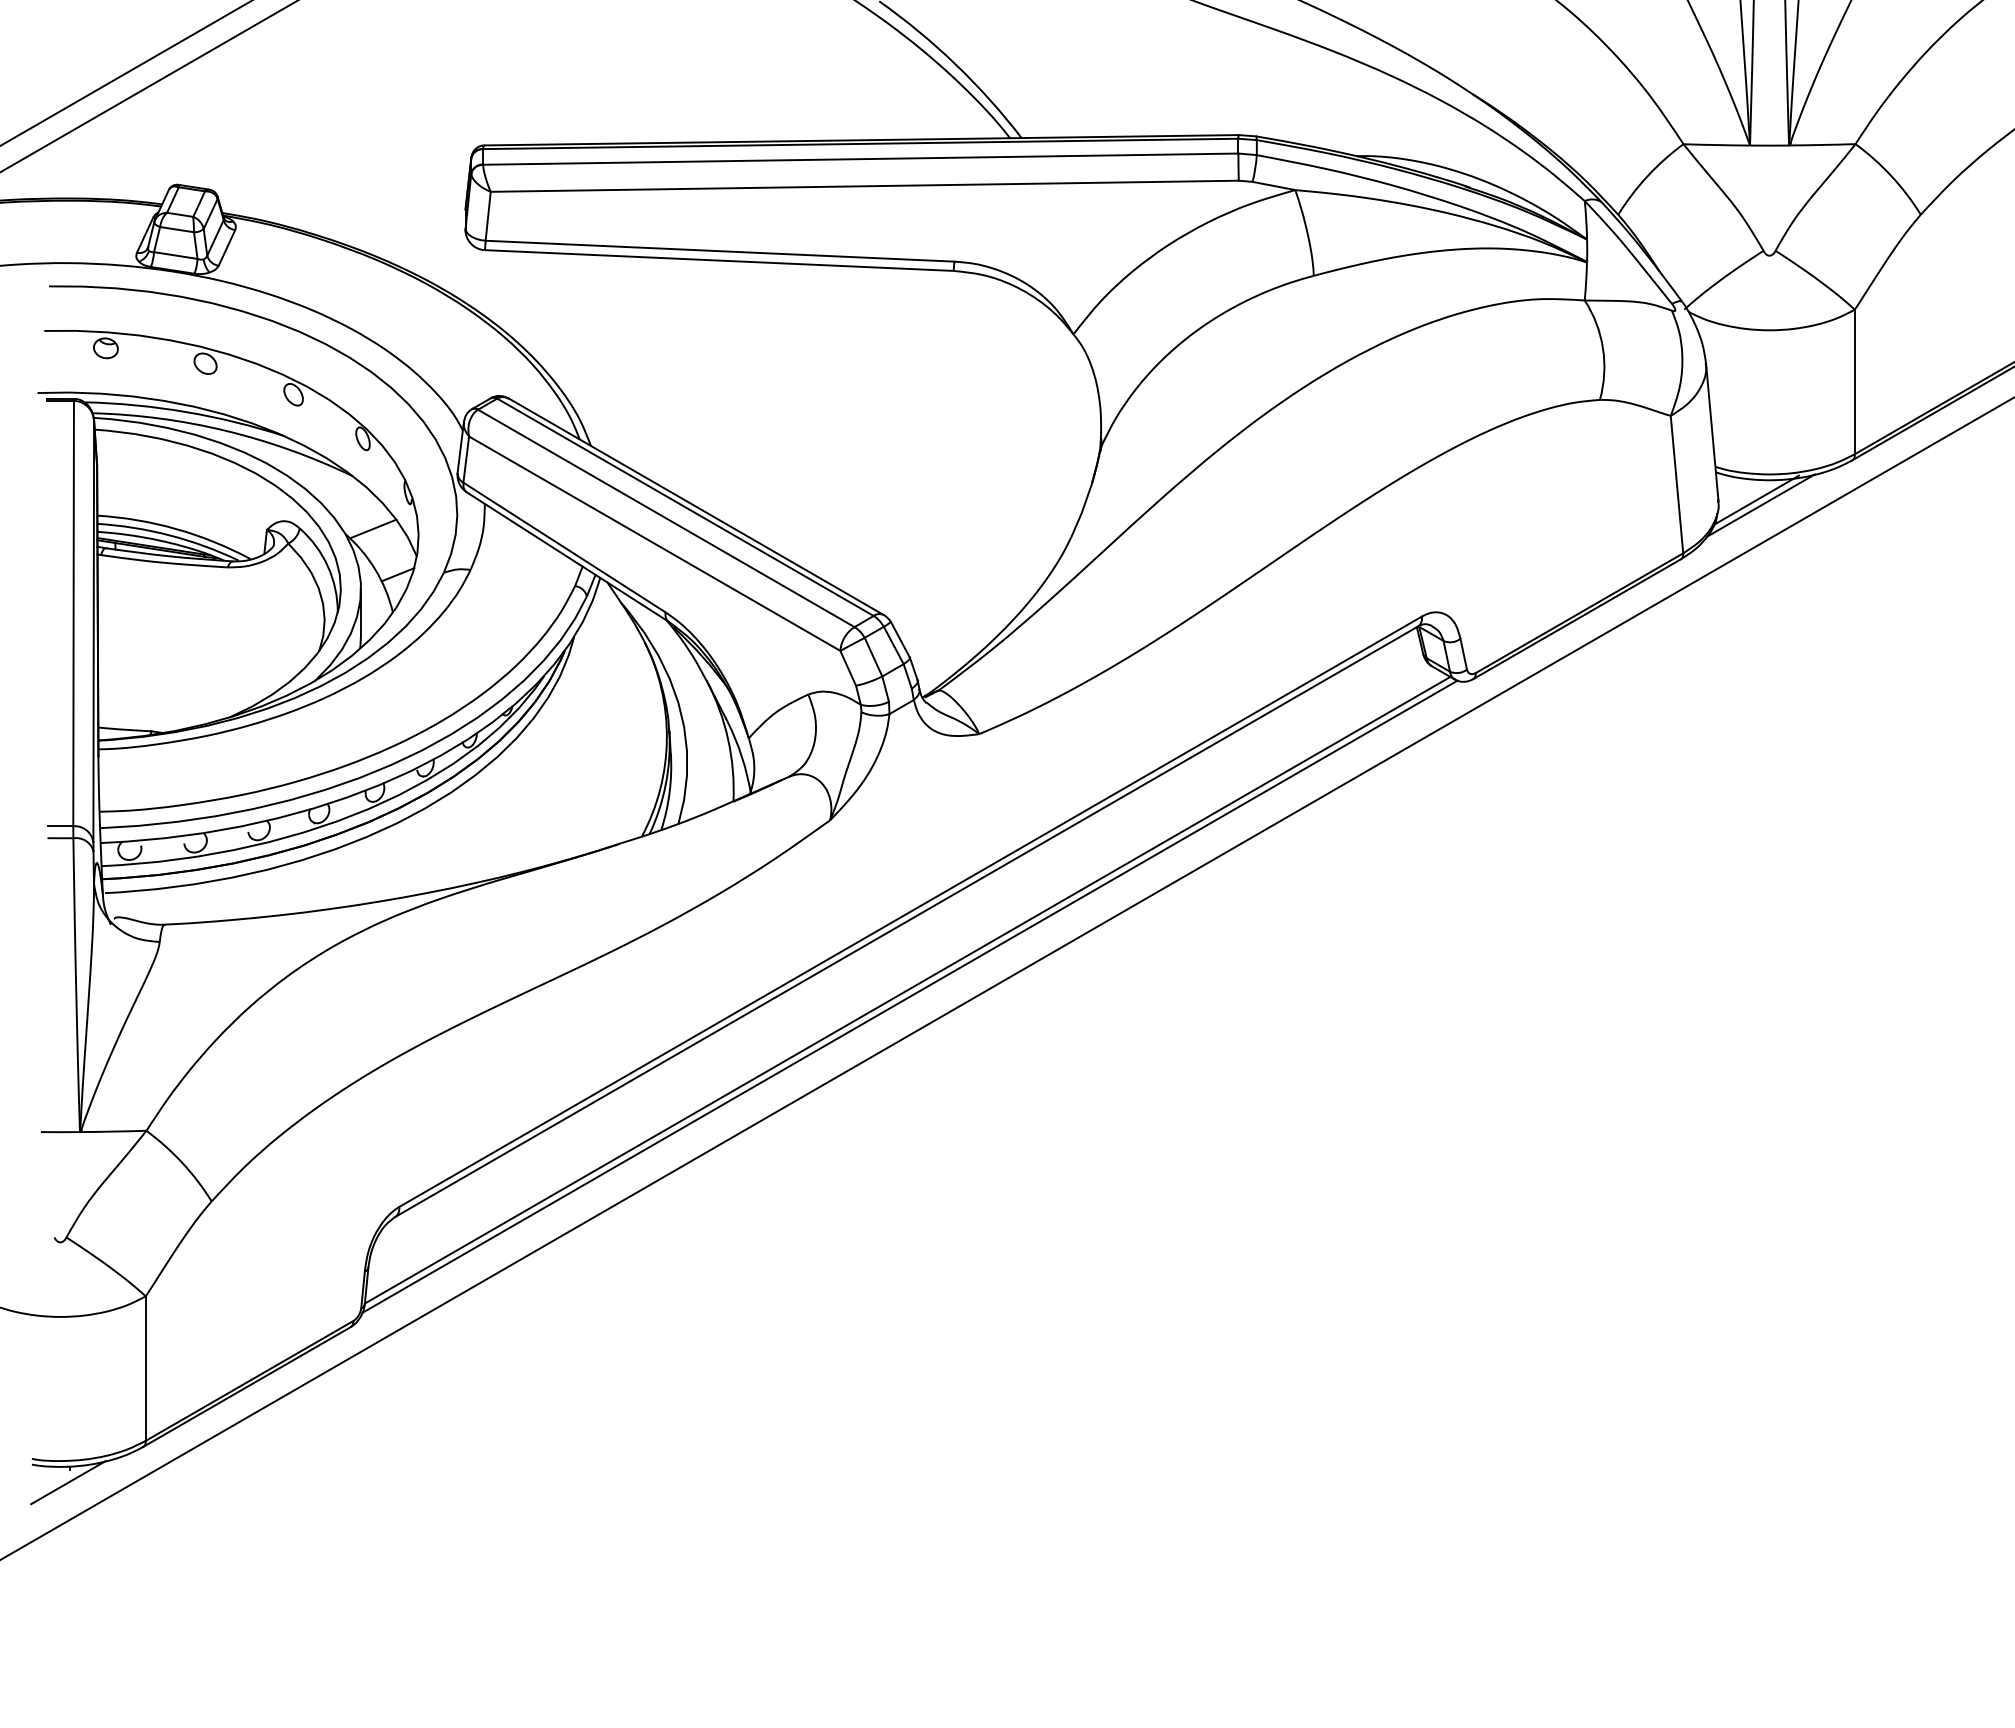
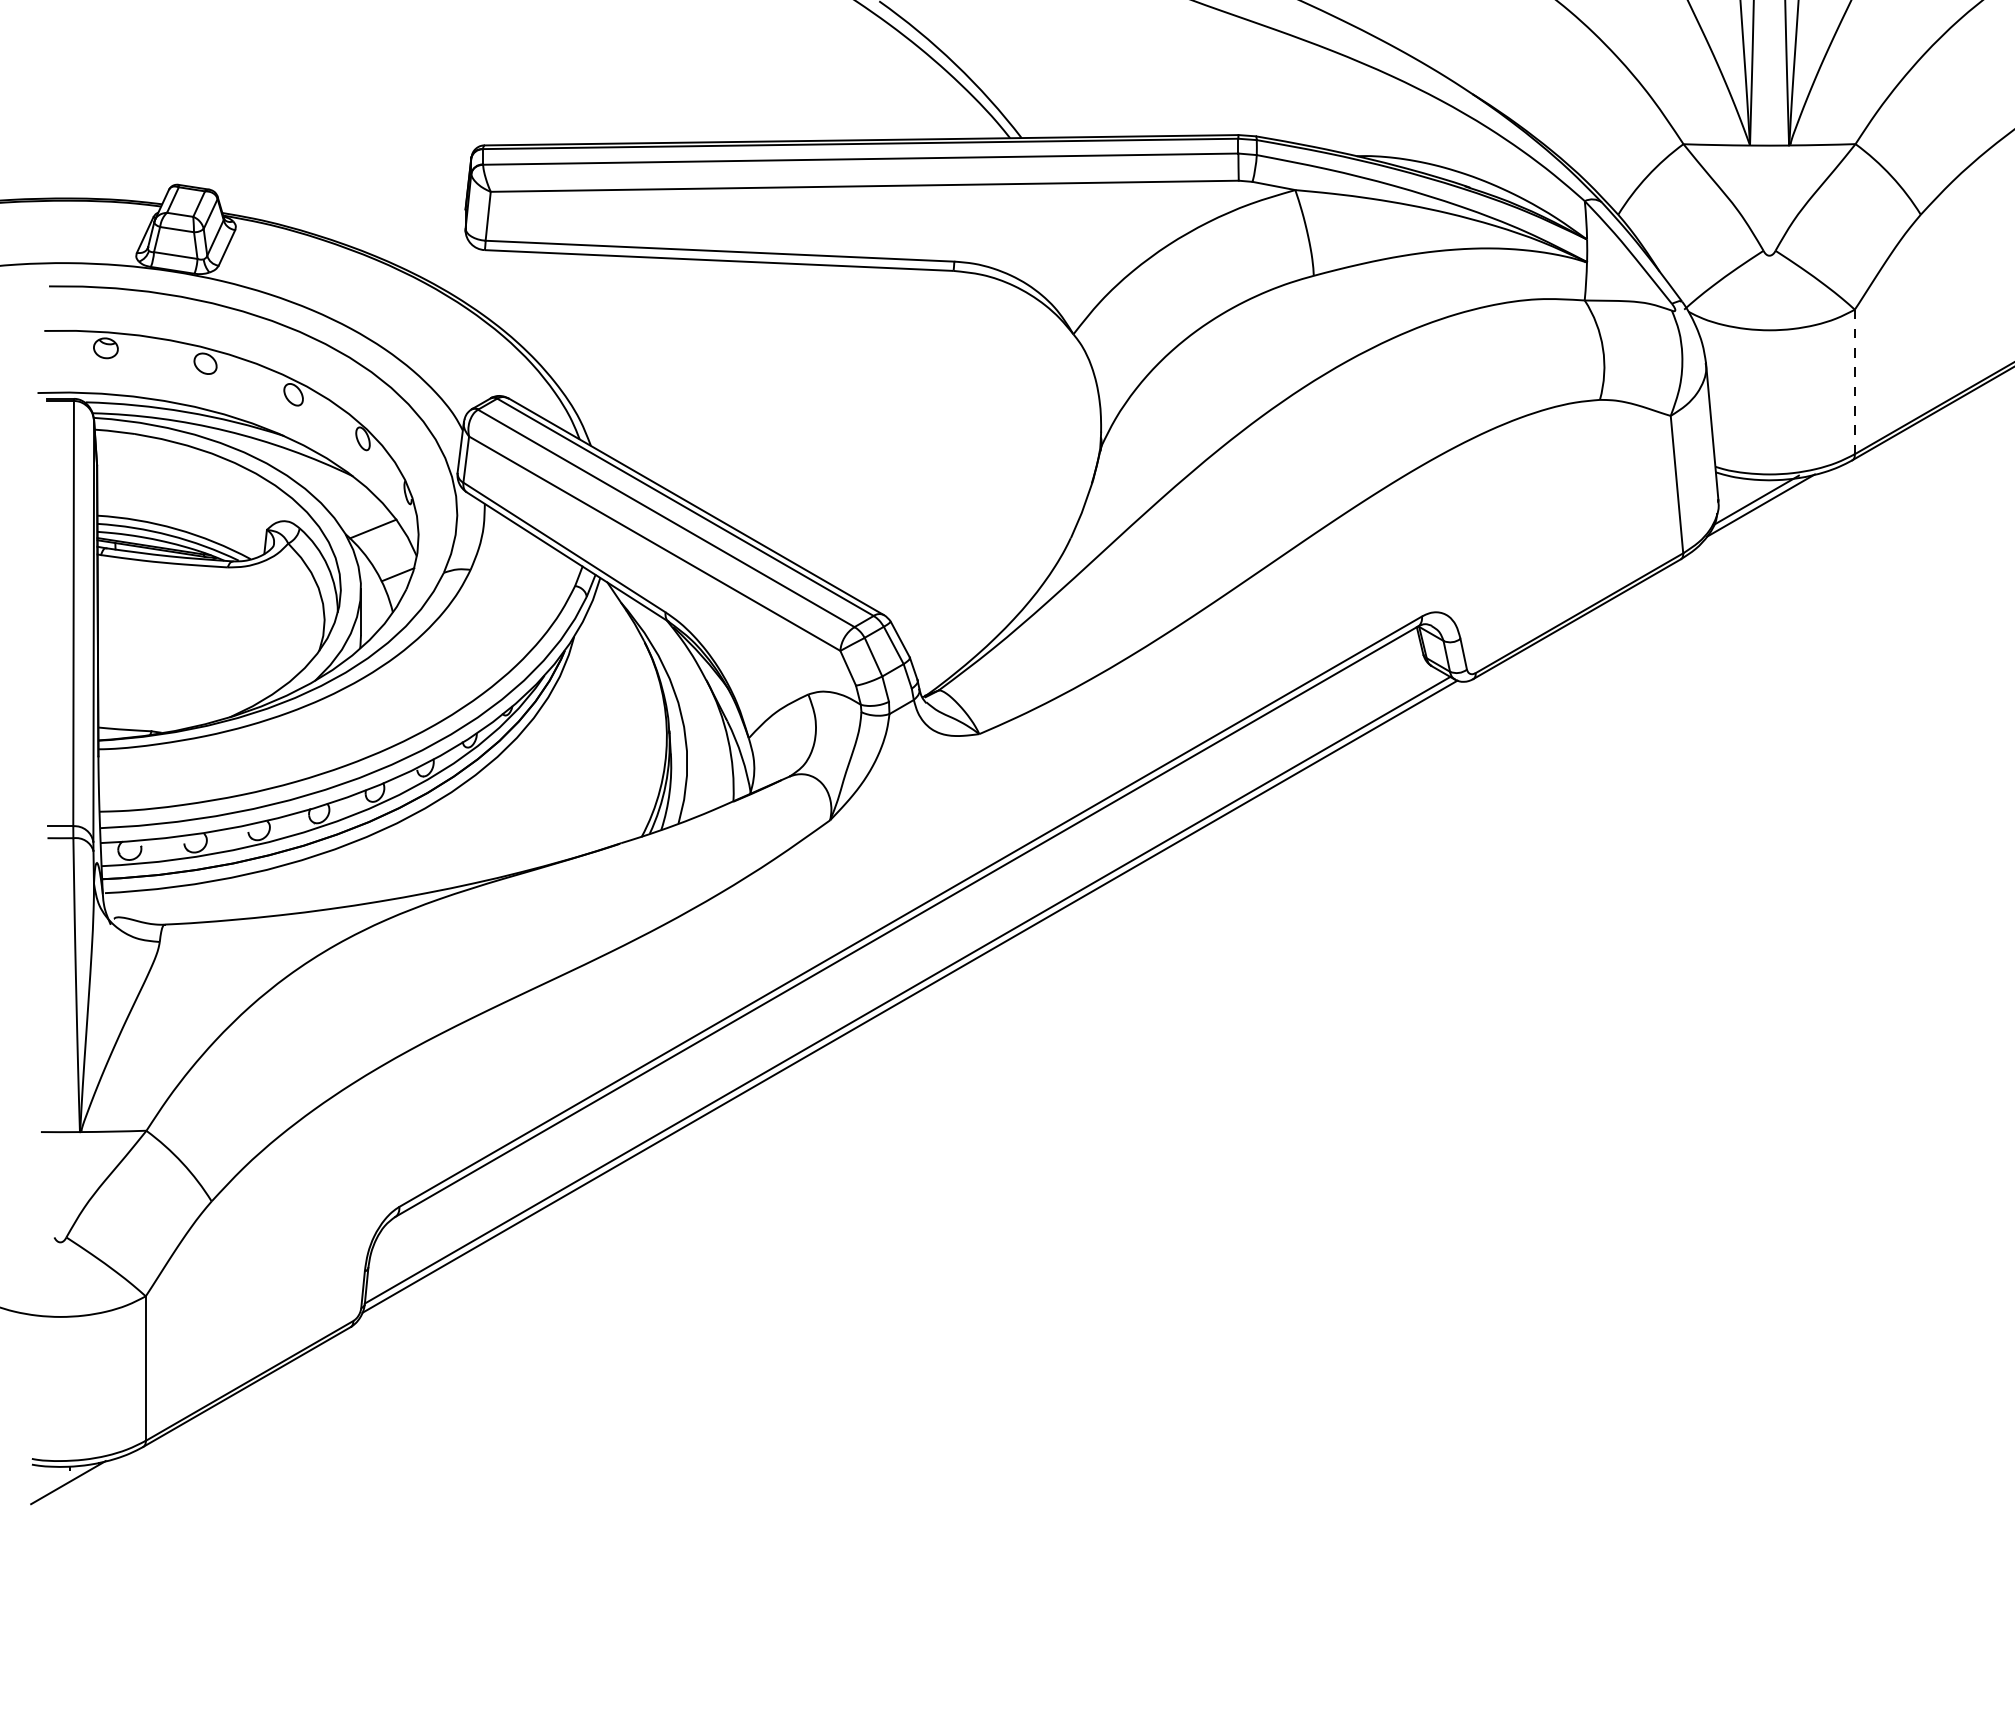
line at (125, 73): present -> none
line at (148, 86): present -> none
line at (1854, 381): solid -> dashed
line at (1006, 979): present -> none
